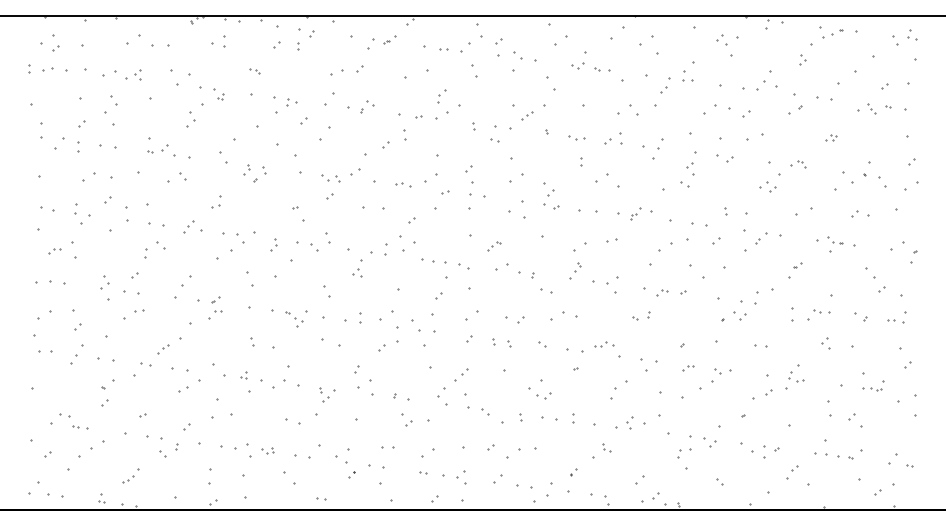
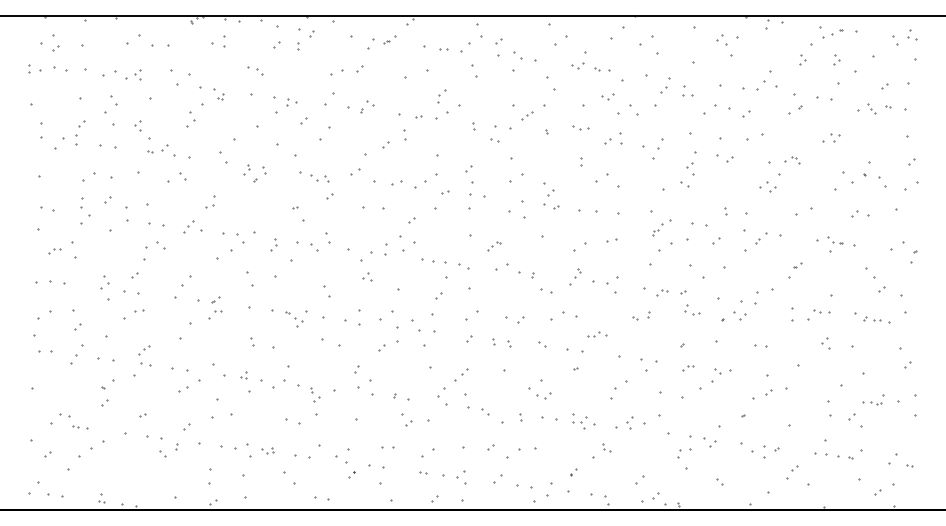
part at (836, 59): none -> present
part at (47, 69) size: 12x5 px -> 17x6 px
part at (254, 71) size: 12x7 px -> 17x10 px
part at (687, 75) position: (687, 75) -> (687, 90)
part at (607, 96): none -> present
part at (137, 125): none -> present
part at (576, 137) position: (576, 137) -> (580, 127)
part at (831, 137) size: 13x8 px -> 19x10 px
part at (78, 146) position: (78, 146) -> (76, 139)
part at (798, 164) position: (798, 164) -> (792, 160)
part at (330, 178) position: (330, 178) -> (319, 178)
part at (403, 184) size: 17x6 px -> 26x9 px
part at (216, 201) position: (216, 201) -> (210, 201)
part at (75, 208) position: (75, 208) -> (81, 202)
part at (635, 213) position: (635, 213) -> (657, 229)
part at (145, 253) size: 4x11 px -> 5x15 px
part at (575, 270) position: (575, 270) -> (575, 276)
part at (357, 272) position: (357, 272) -> (367, 276)
part at (360, 317) size: 3x12 px -> 3x17 px
part at (895, 321) position: (895, 321) -> (881, 321)
part at (604, 344) position: (604, 344) -> (597, 334)
part at (163, 349) position: (163, 349) -> (144, 350)
part at (796, 376) position: (796, 376) -> (692, 309)
part at (873, 385) position: (873, 385) -> (873, 399)
part at (324, 394) position: (324, 394) -> (315, 394)
part at (583, 422): none -> present
part at (130, 475): present -> none
part at (321, 498) size: 11x4 px -> 16x5 px
